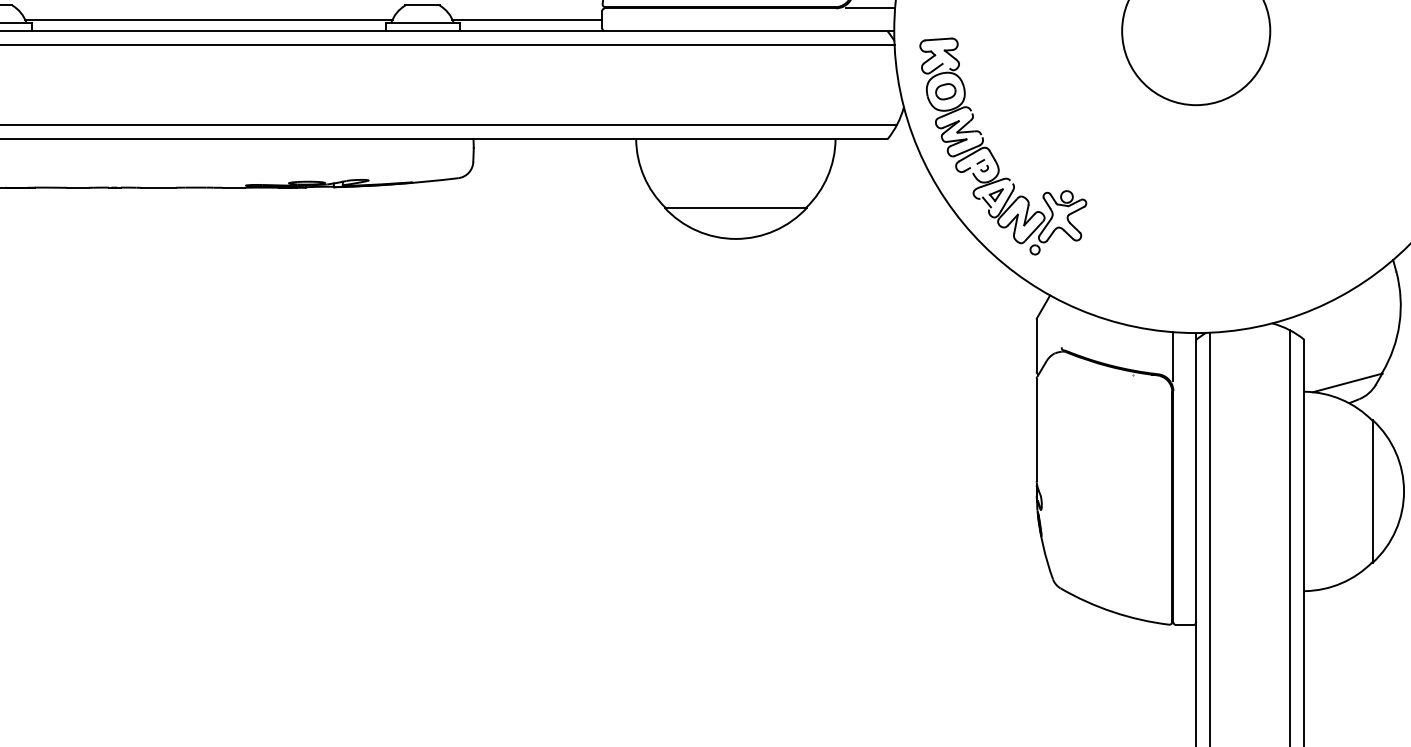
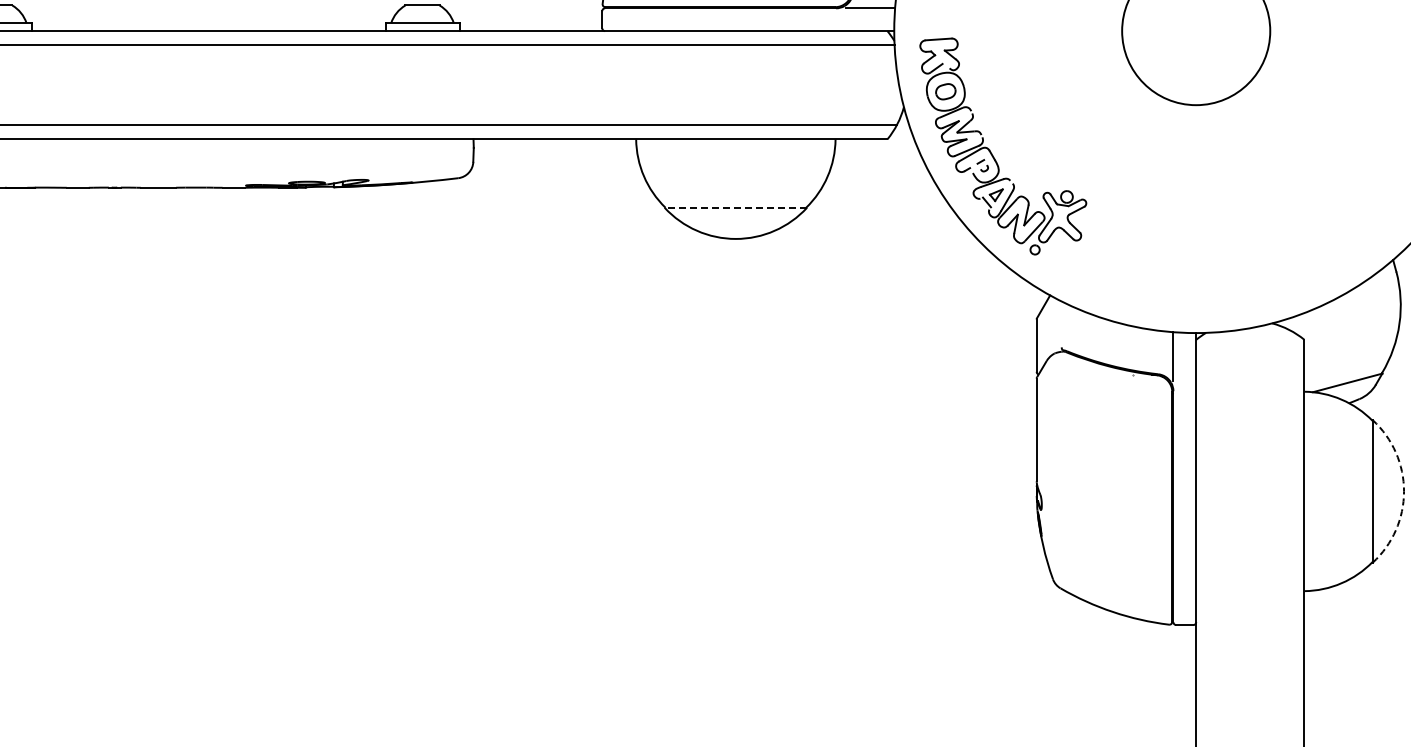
line at (208, 19): present -> none
line at (527, 19): present -> none
line at (735, 207): solid -> dashed
arc at (1404, 491): solid -> dashed
line at (1290, 536): present -> none
line at (1210, 537): present -> none
